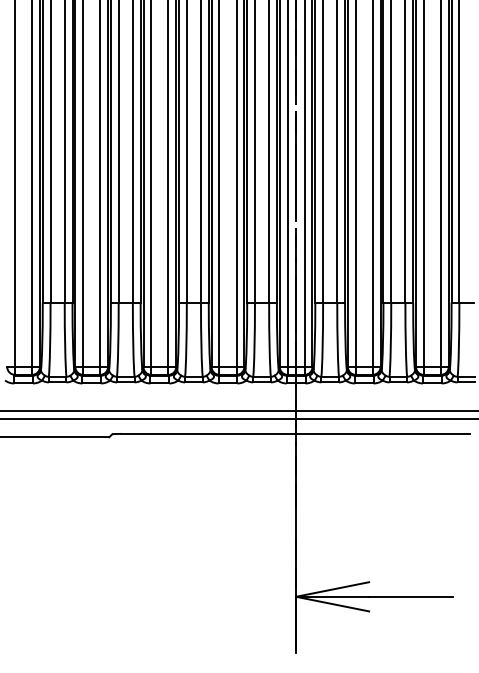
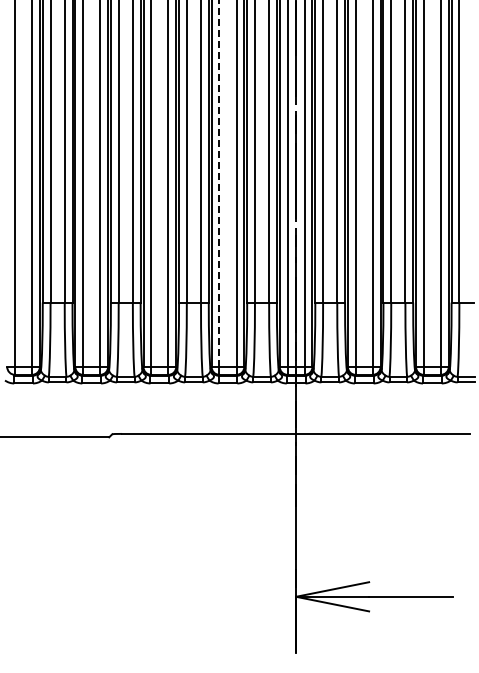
line at (219, 183): solid -> dashed
line at (238, 411): present -> none
line at (238, 419): present -> none
